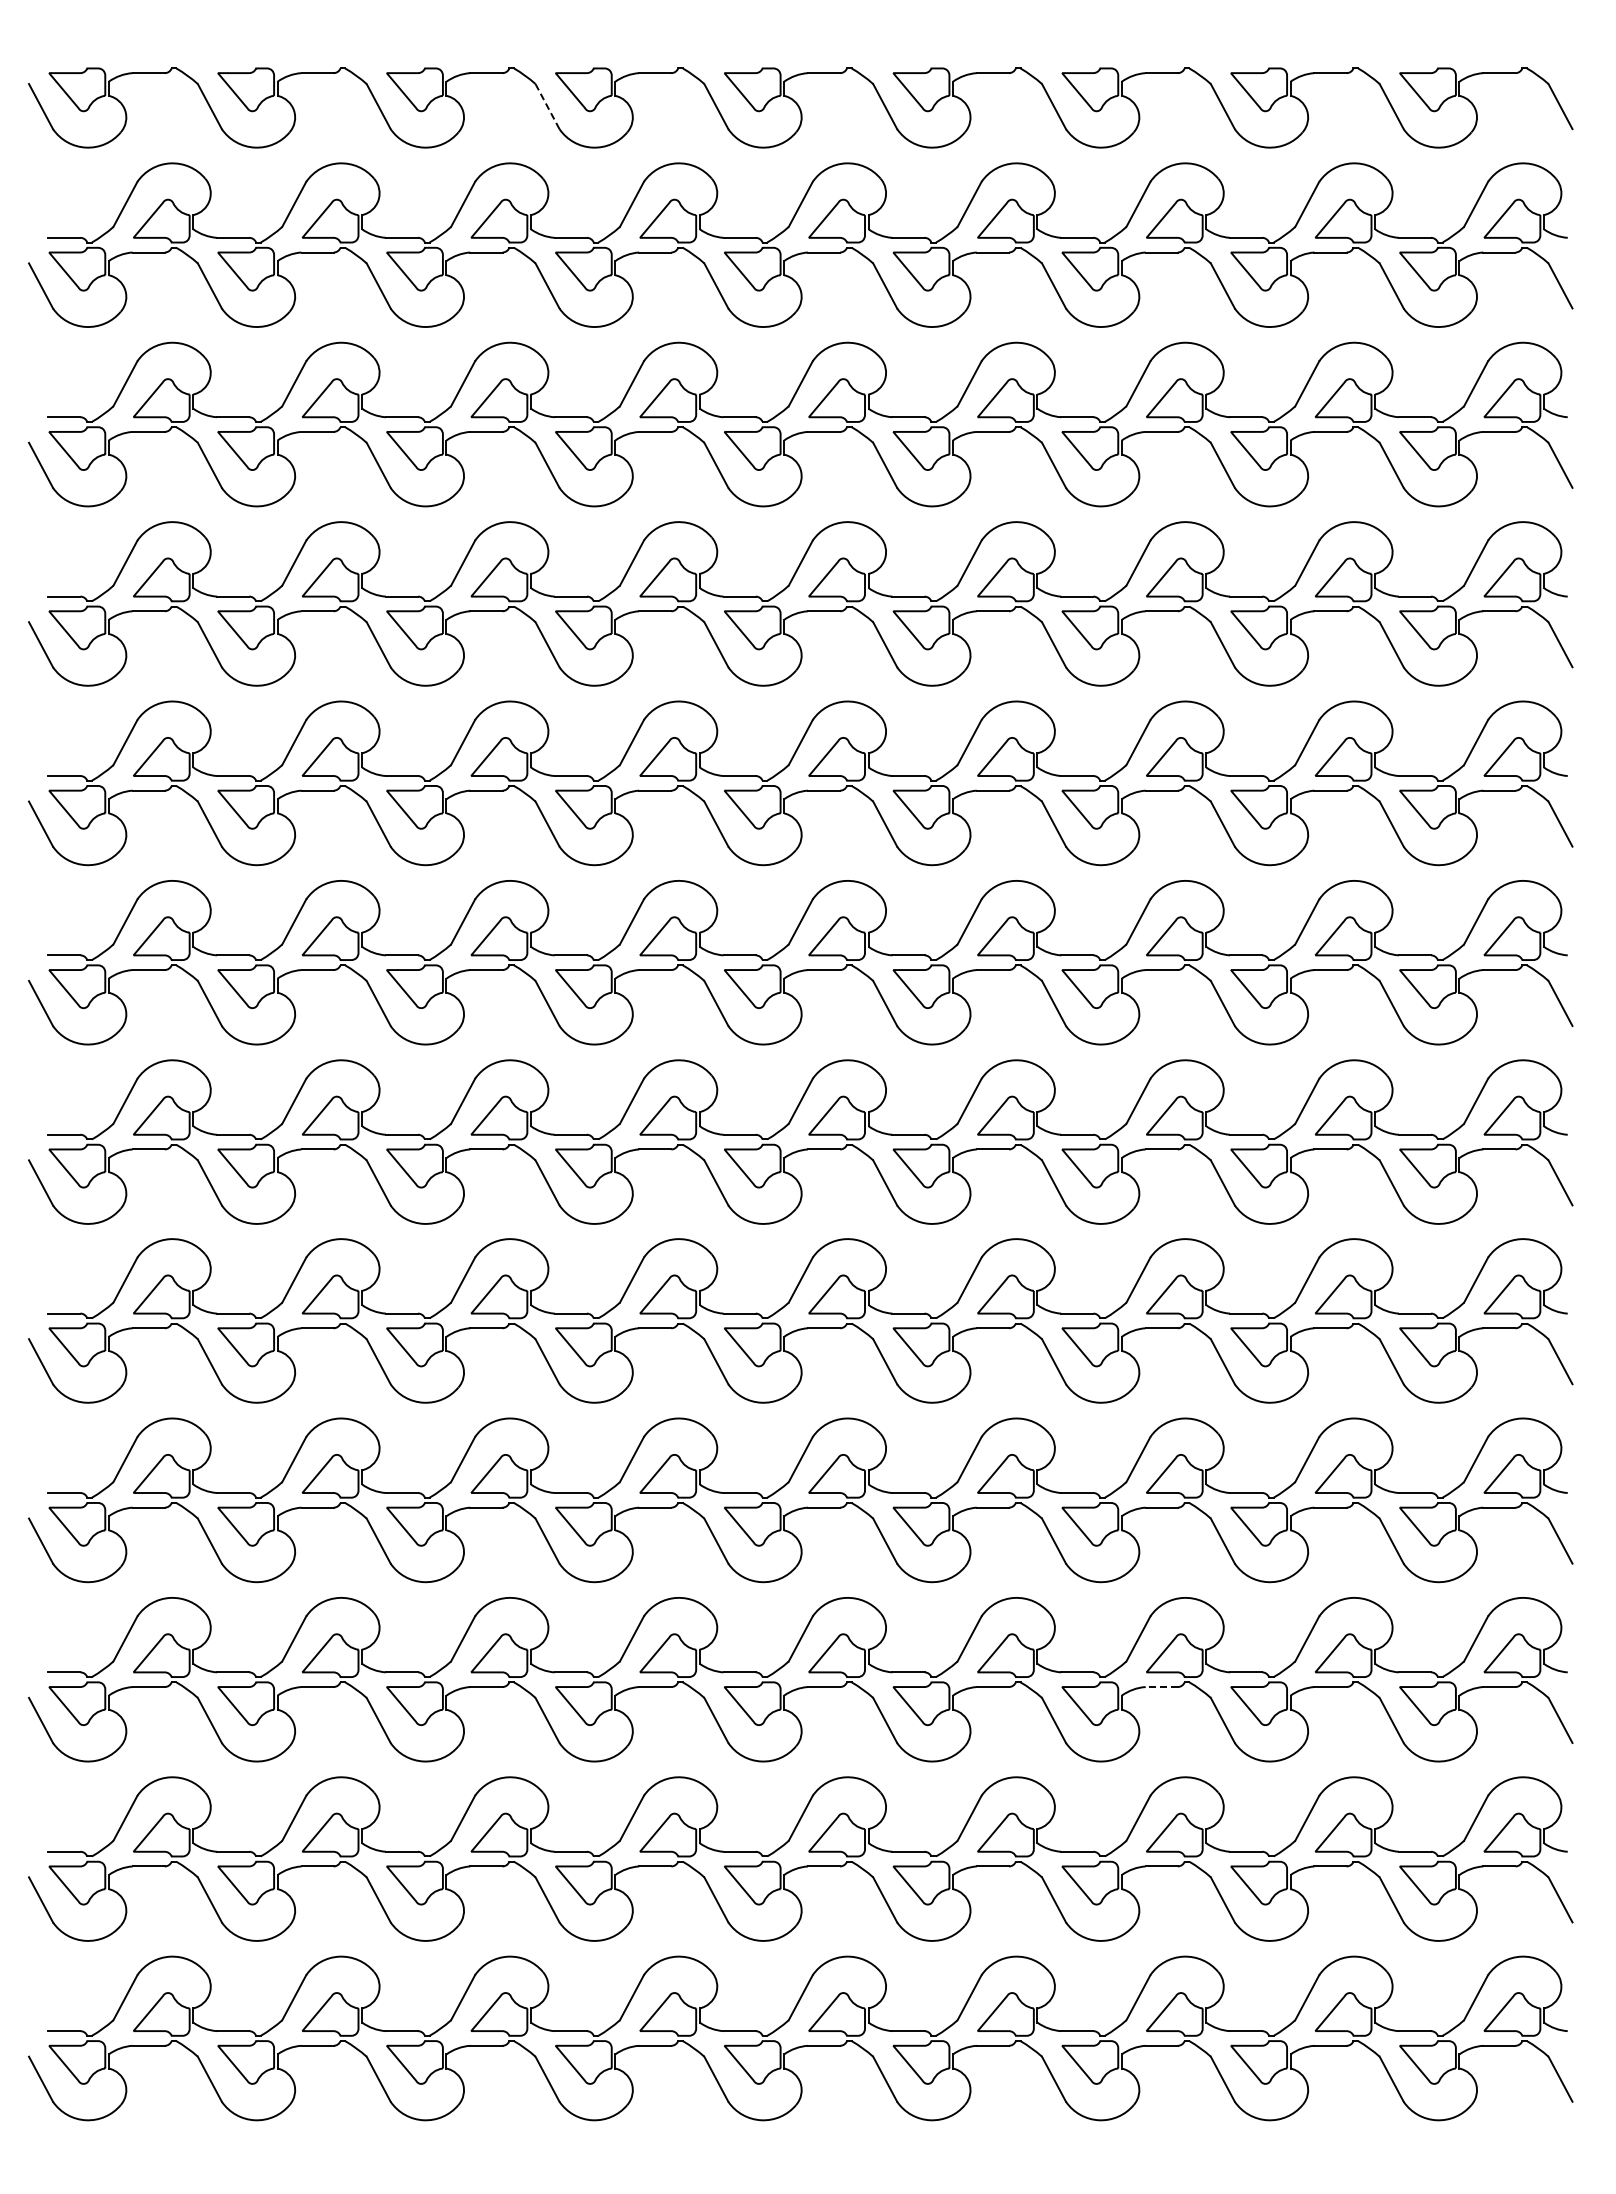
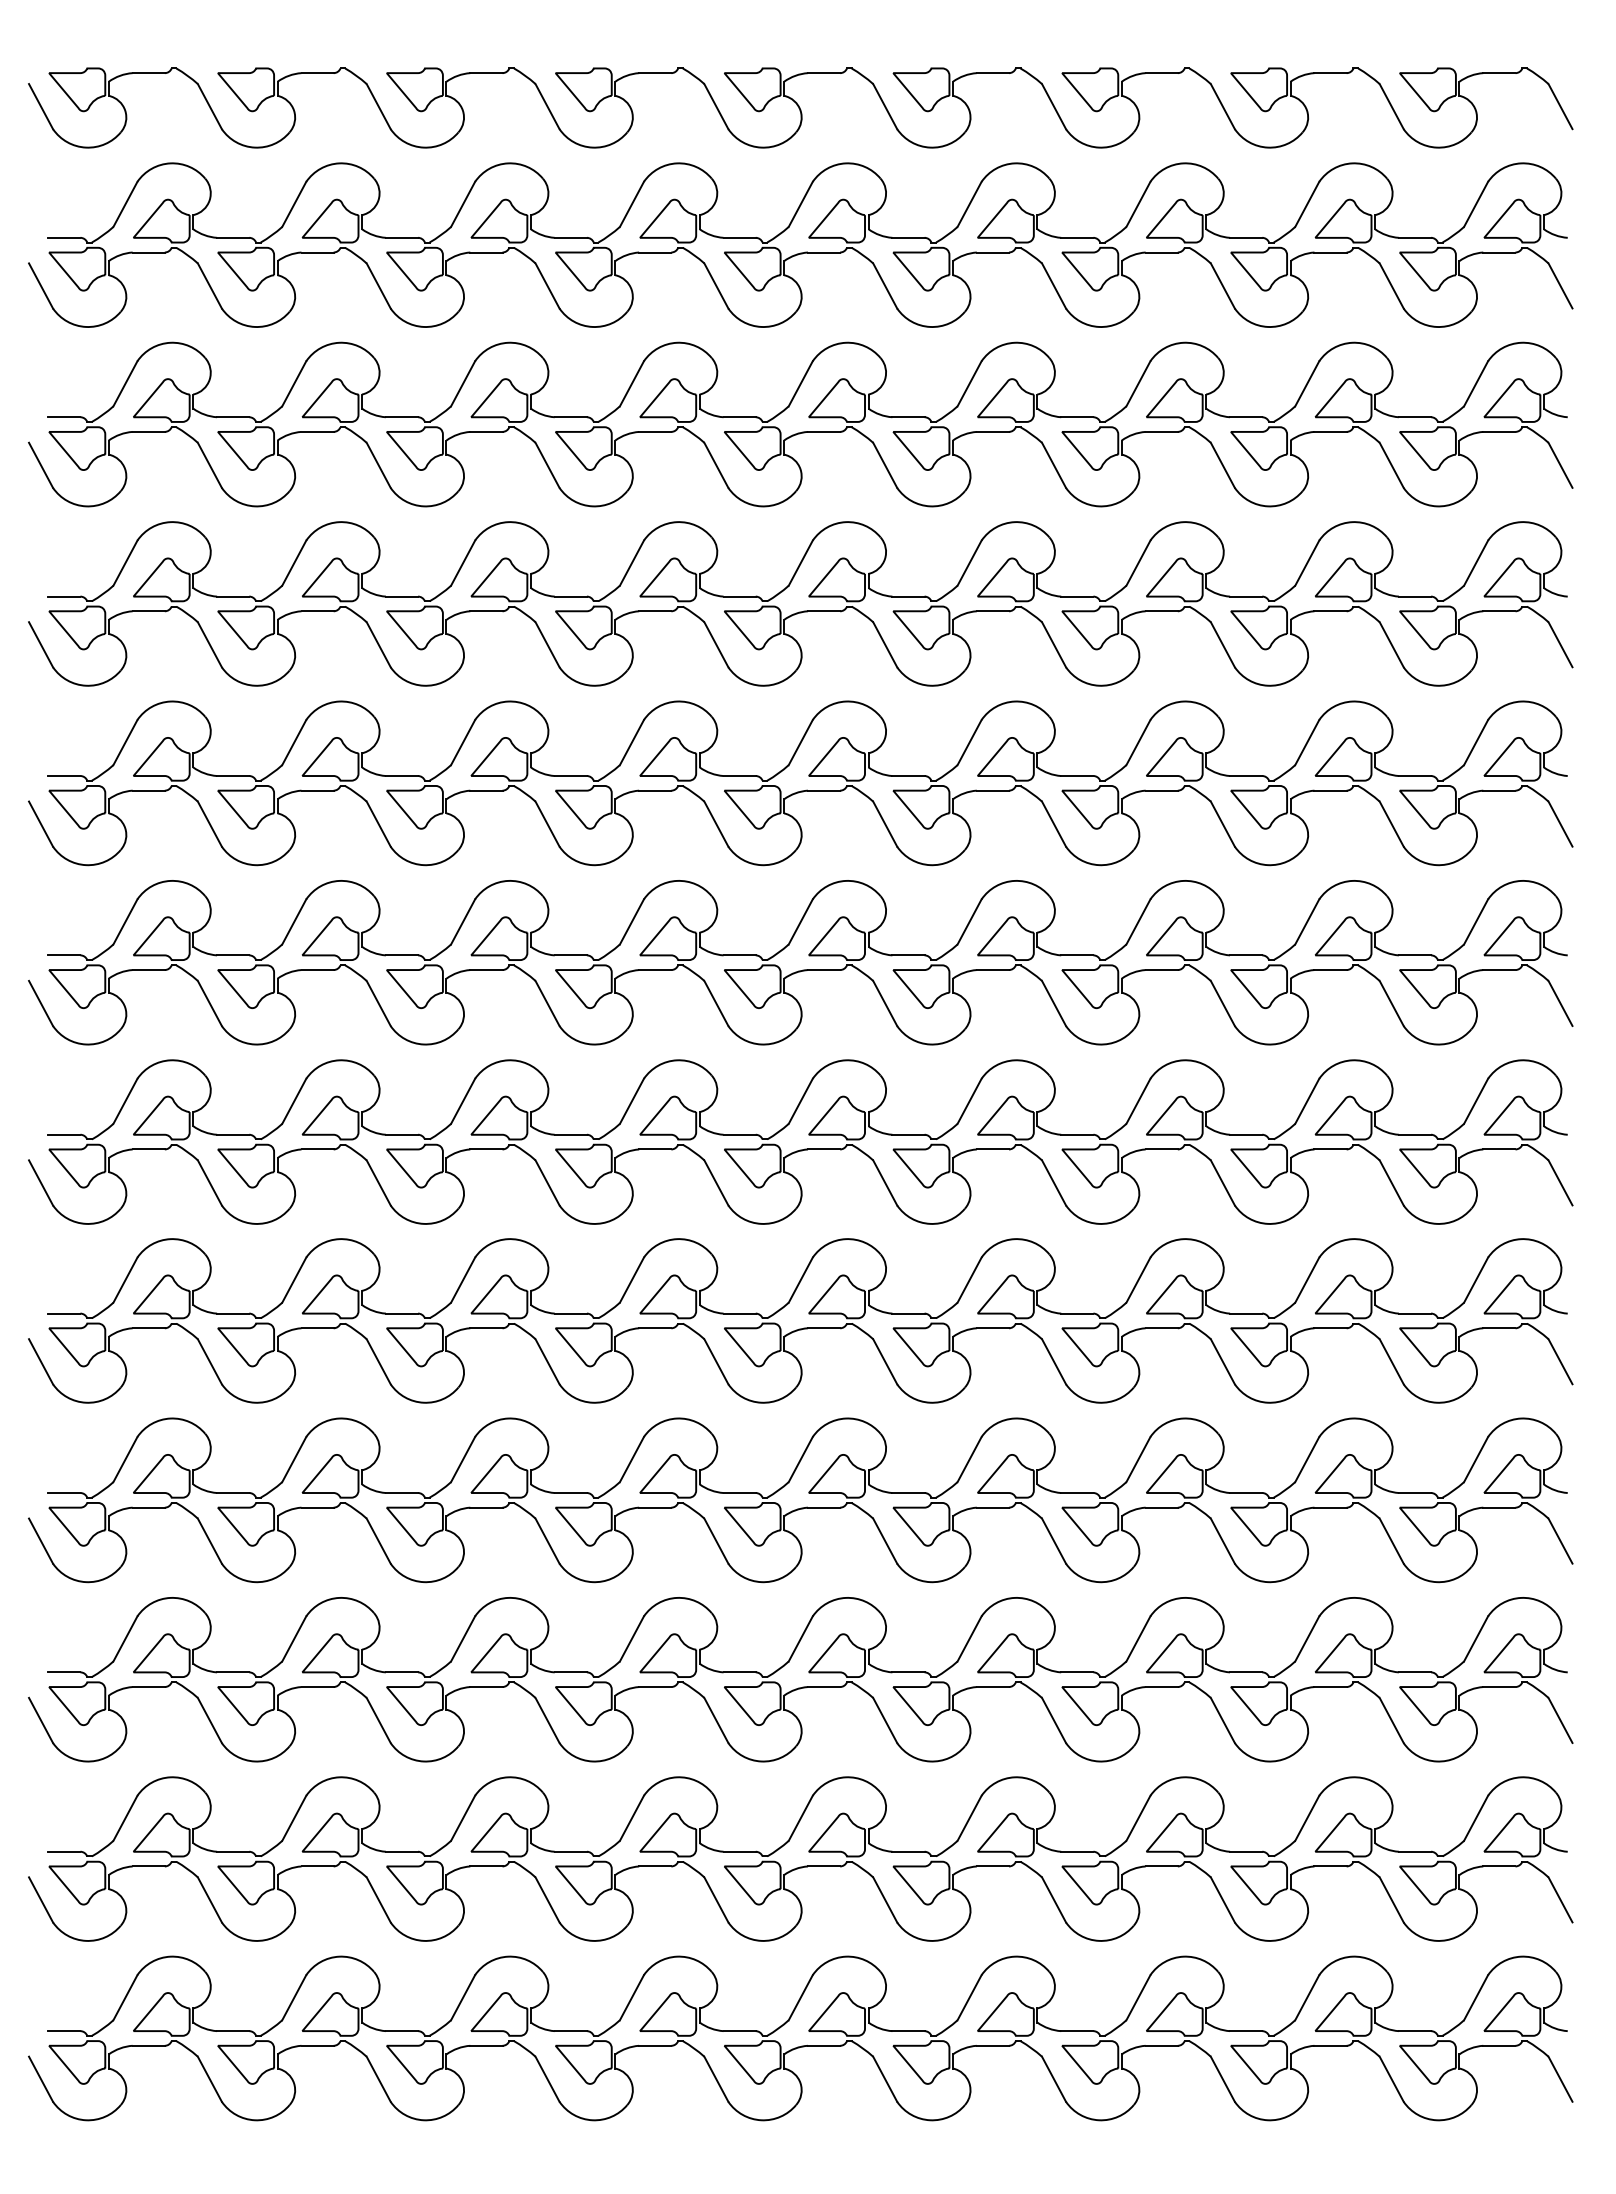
line at (547, 106): dashed -> solid
line at (1161, 1687): dashed -> solid
